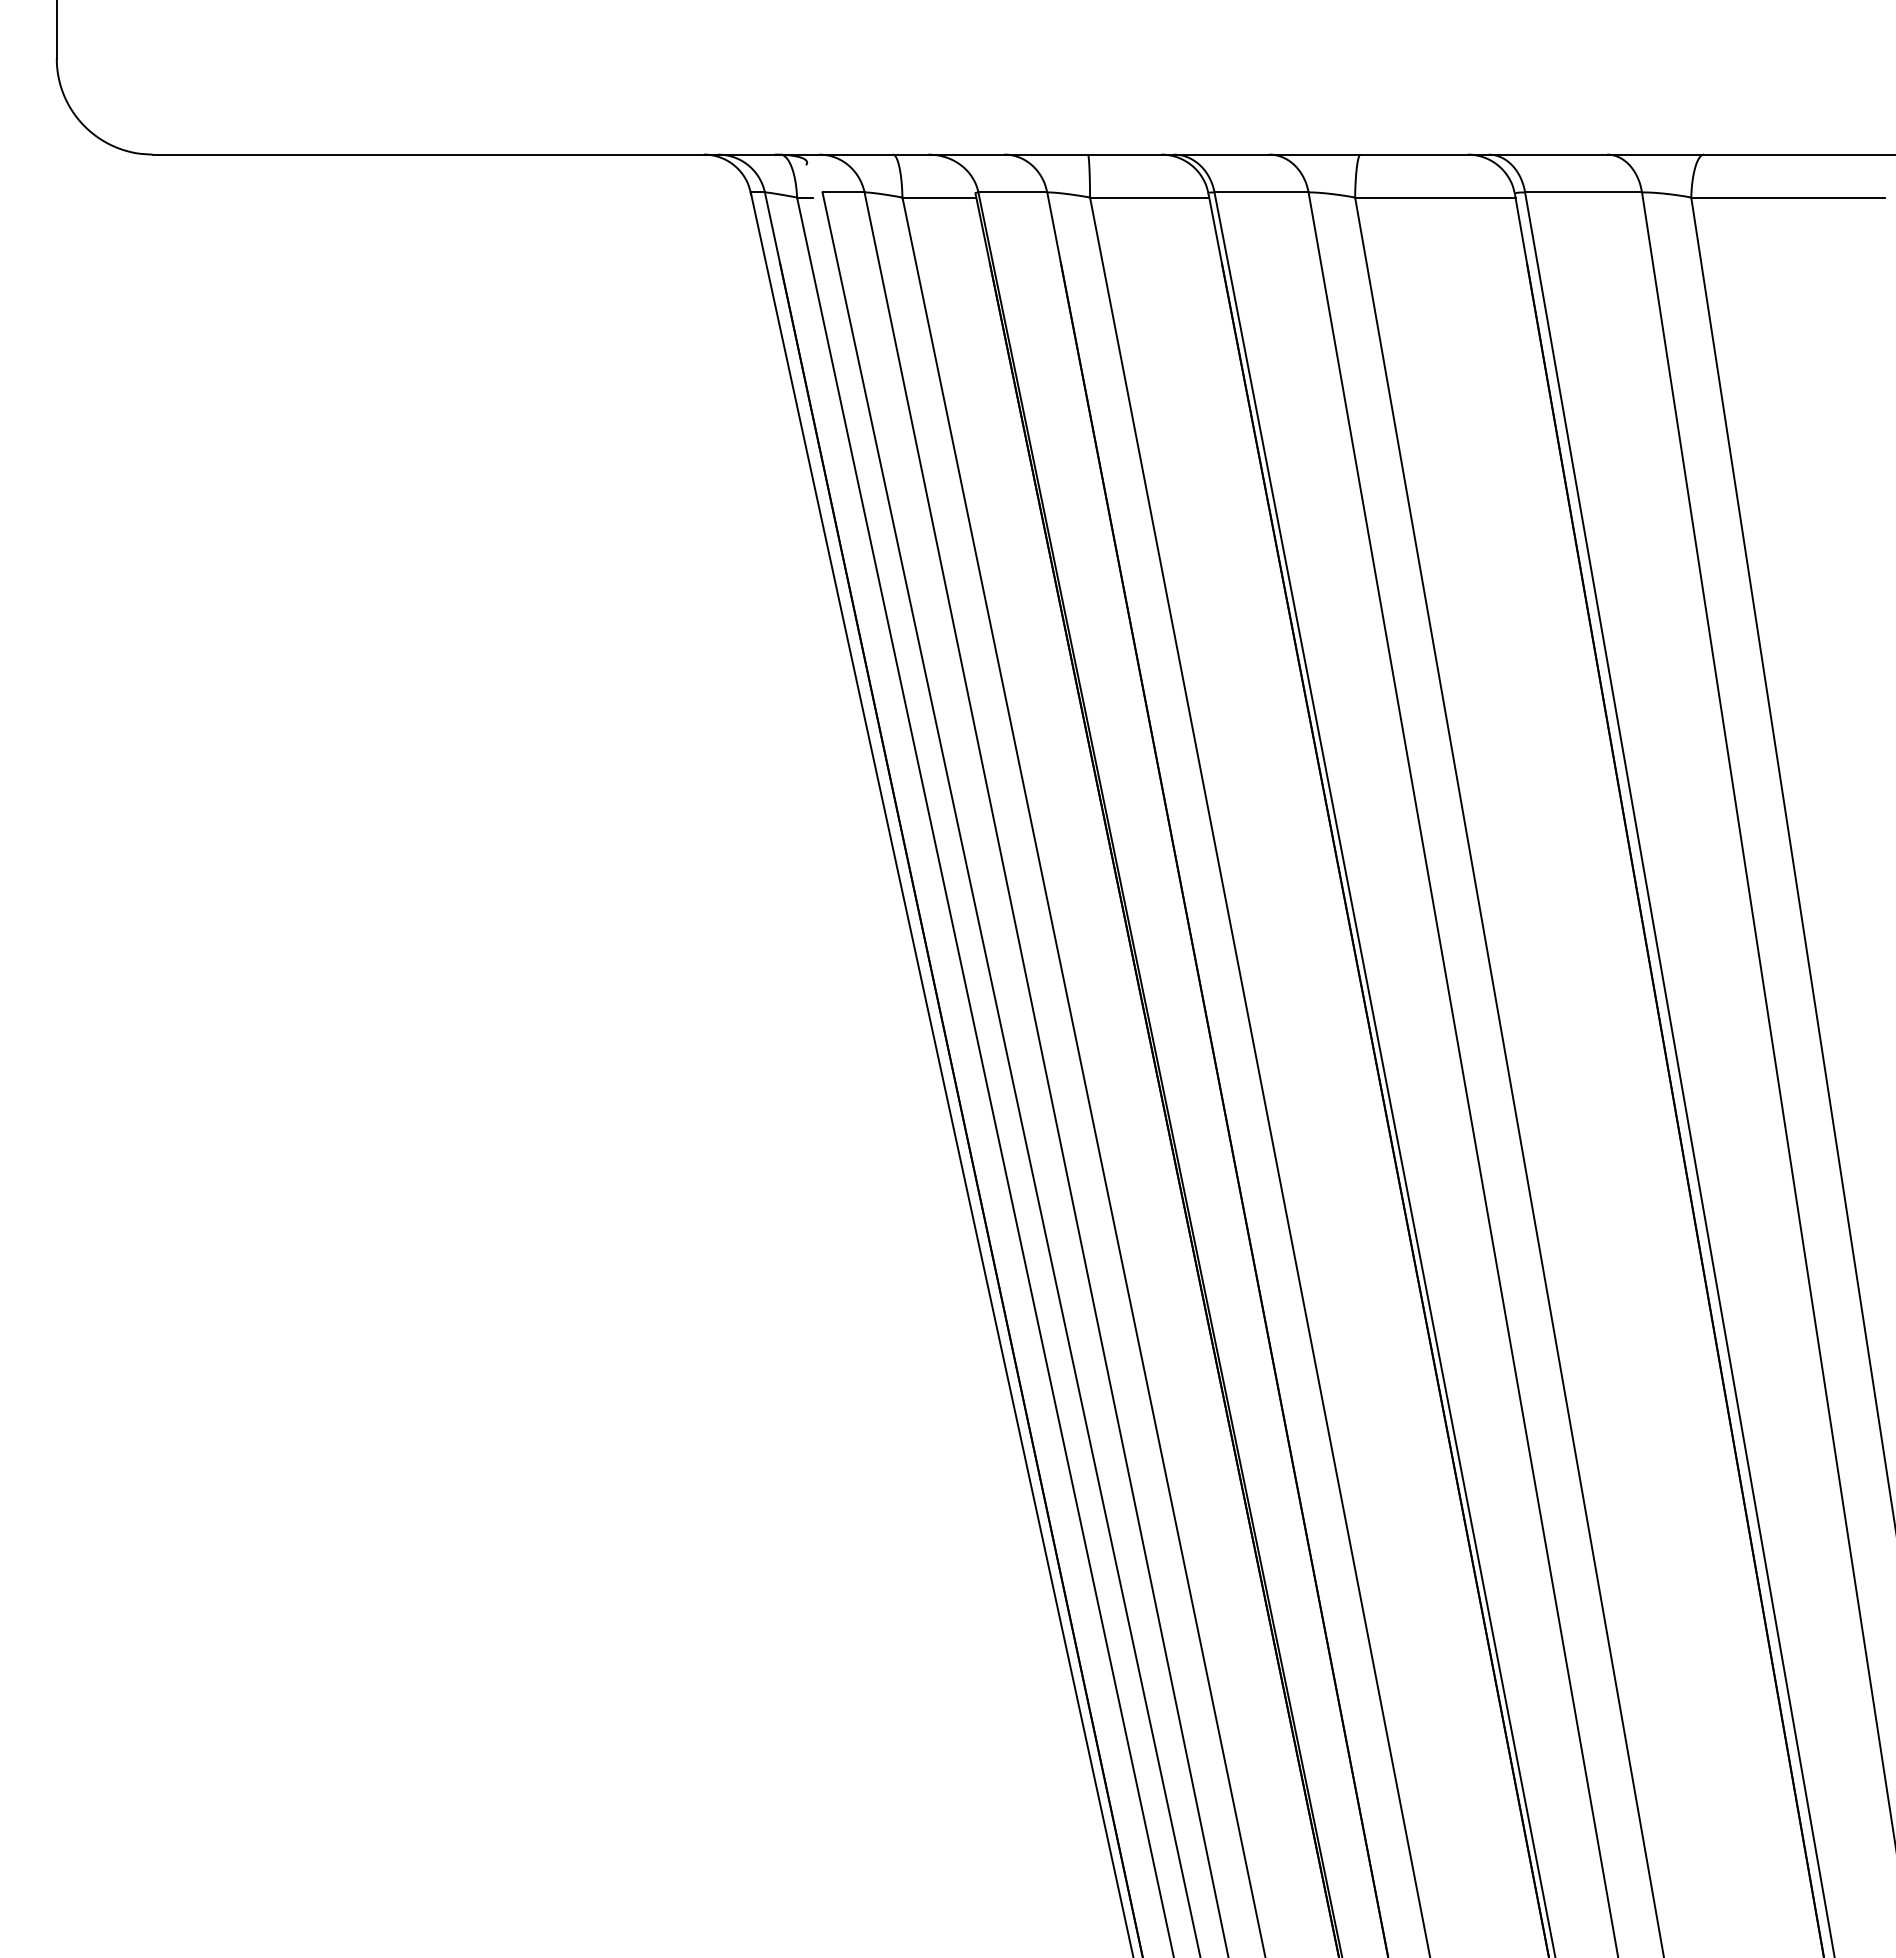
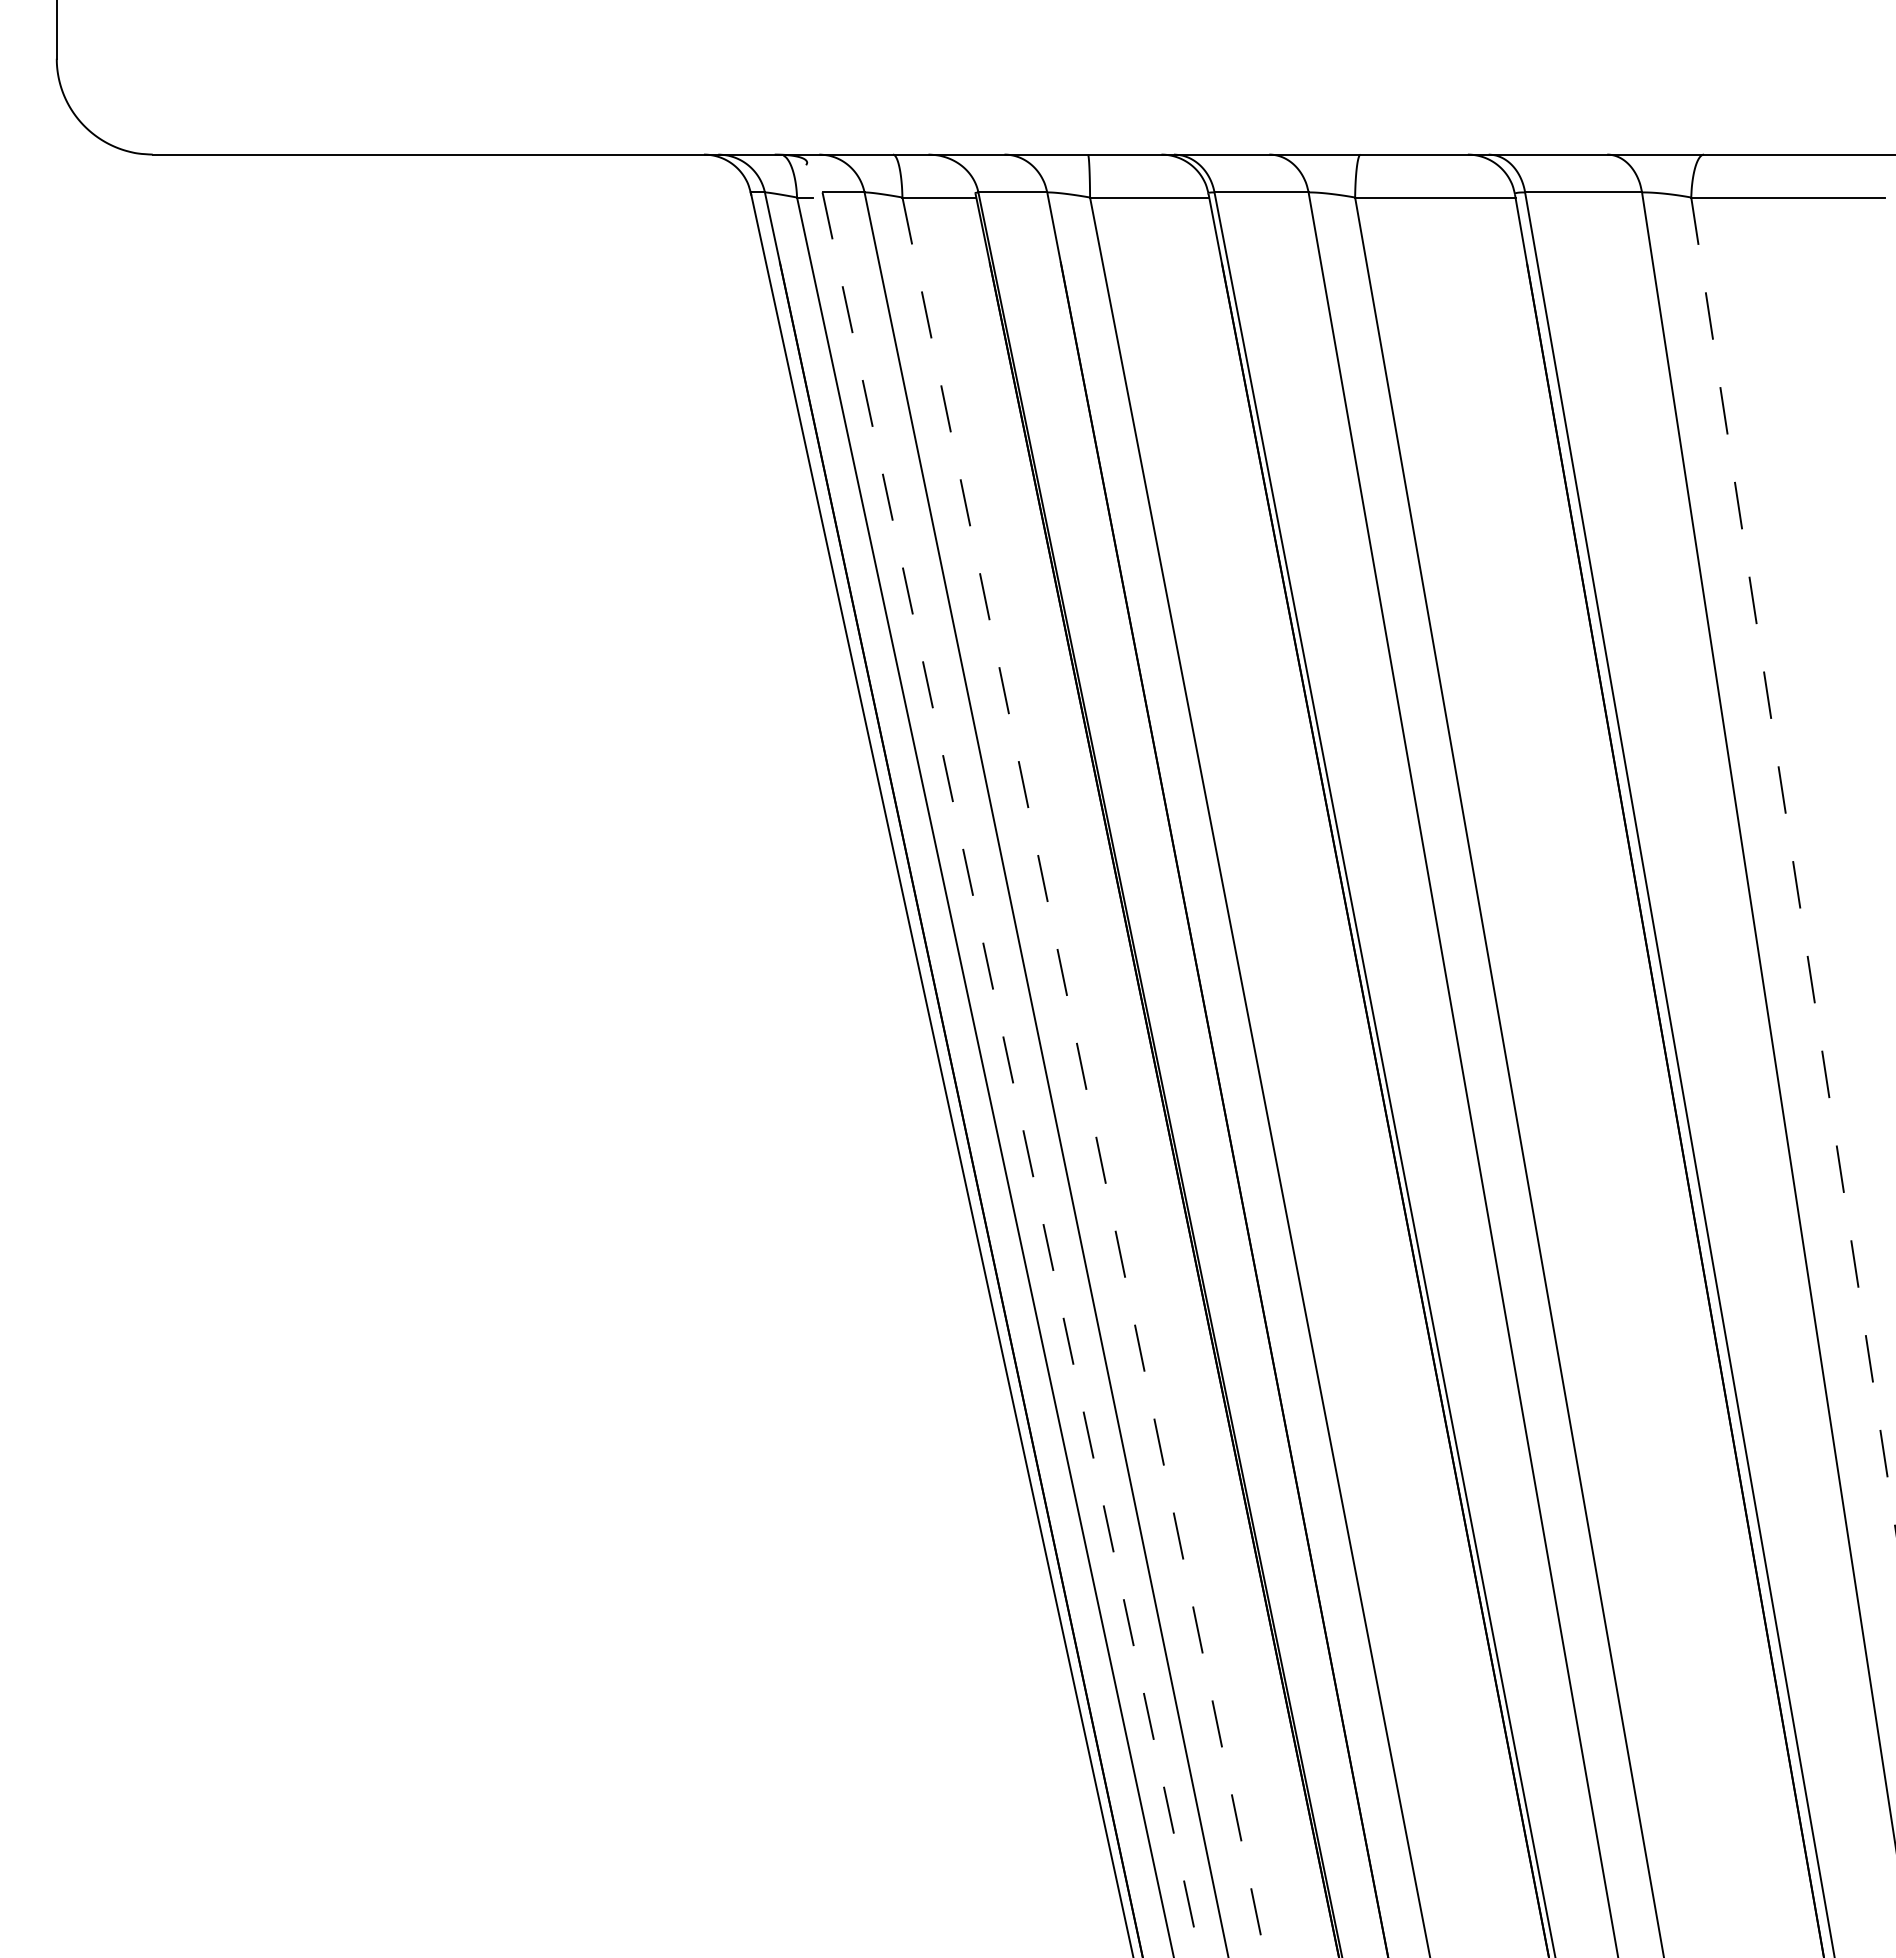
line at (1793, 864): solid -> dashed
line at (1011, 1075): solid -> dashed
line at (1084, 1077): solid -> dashed
